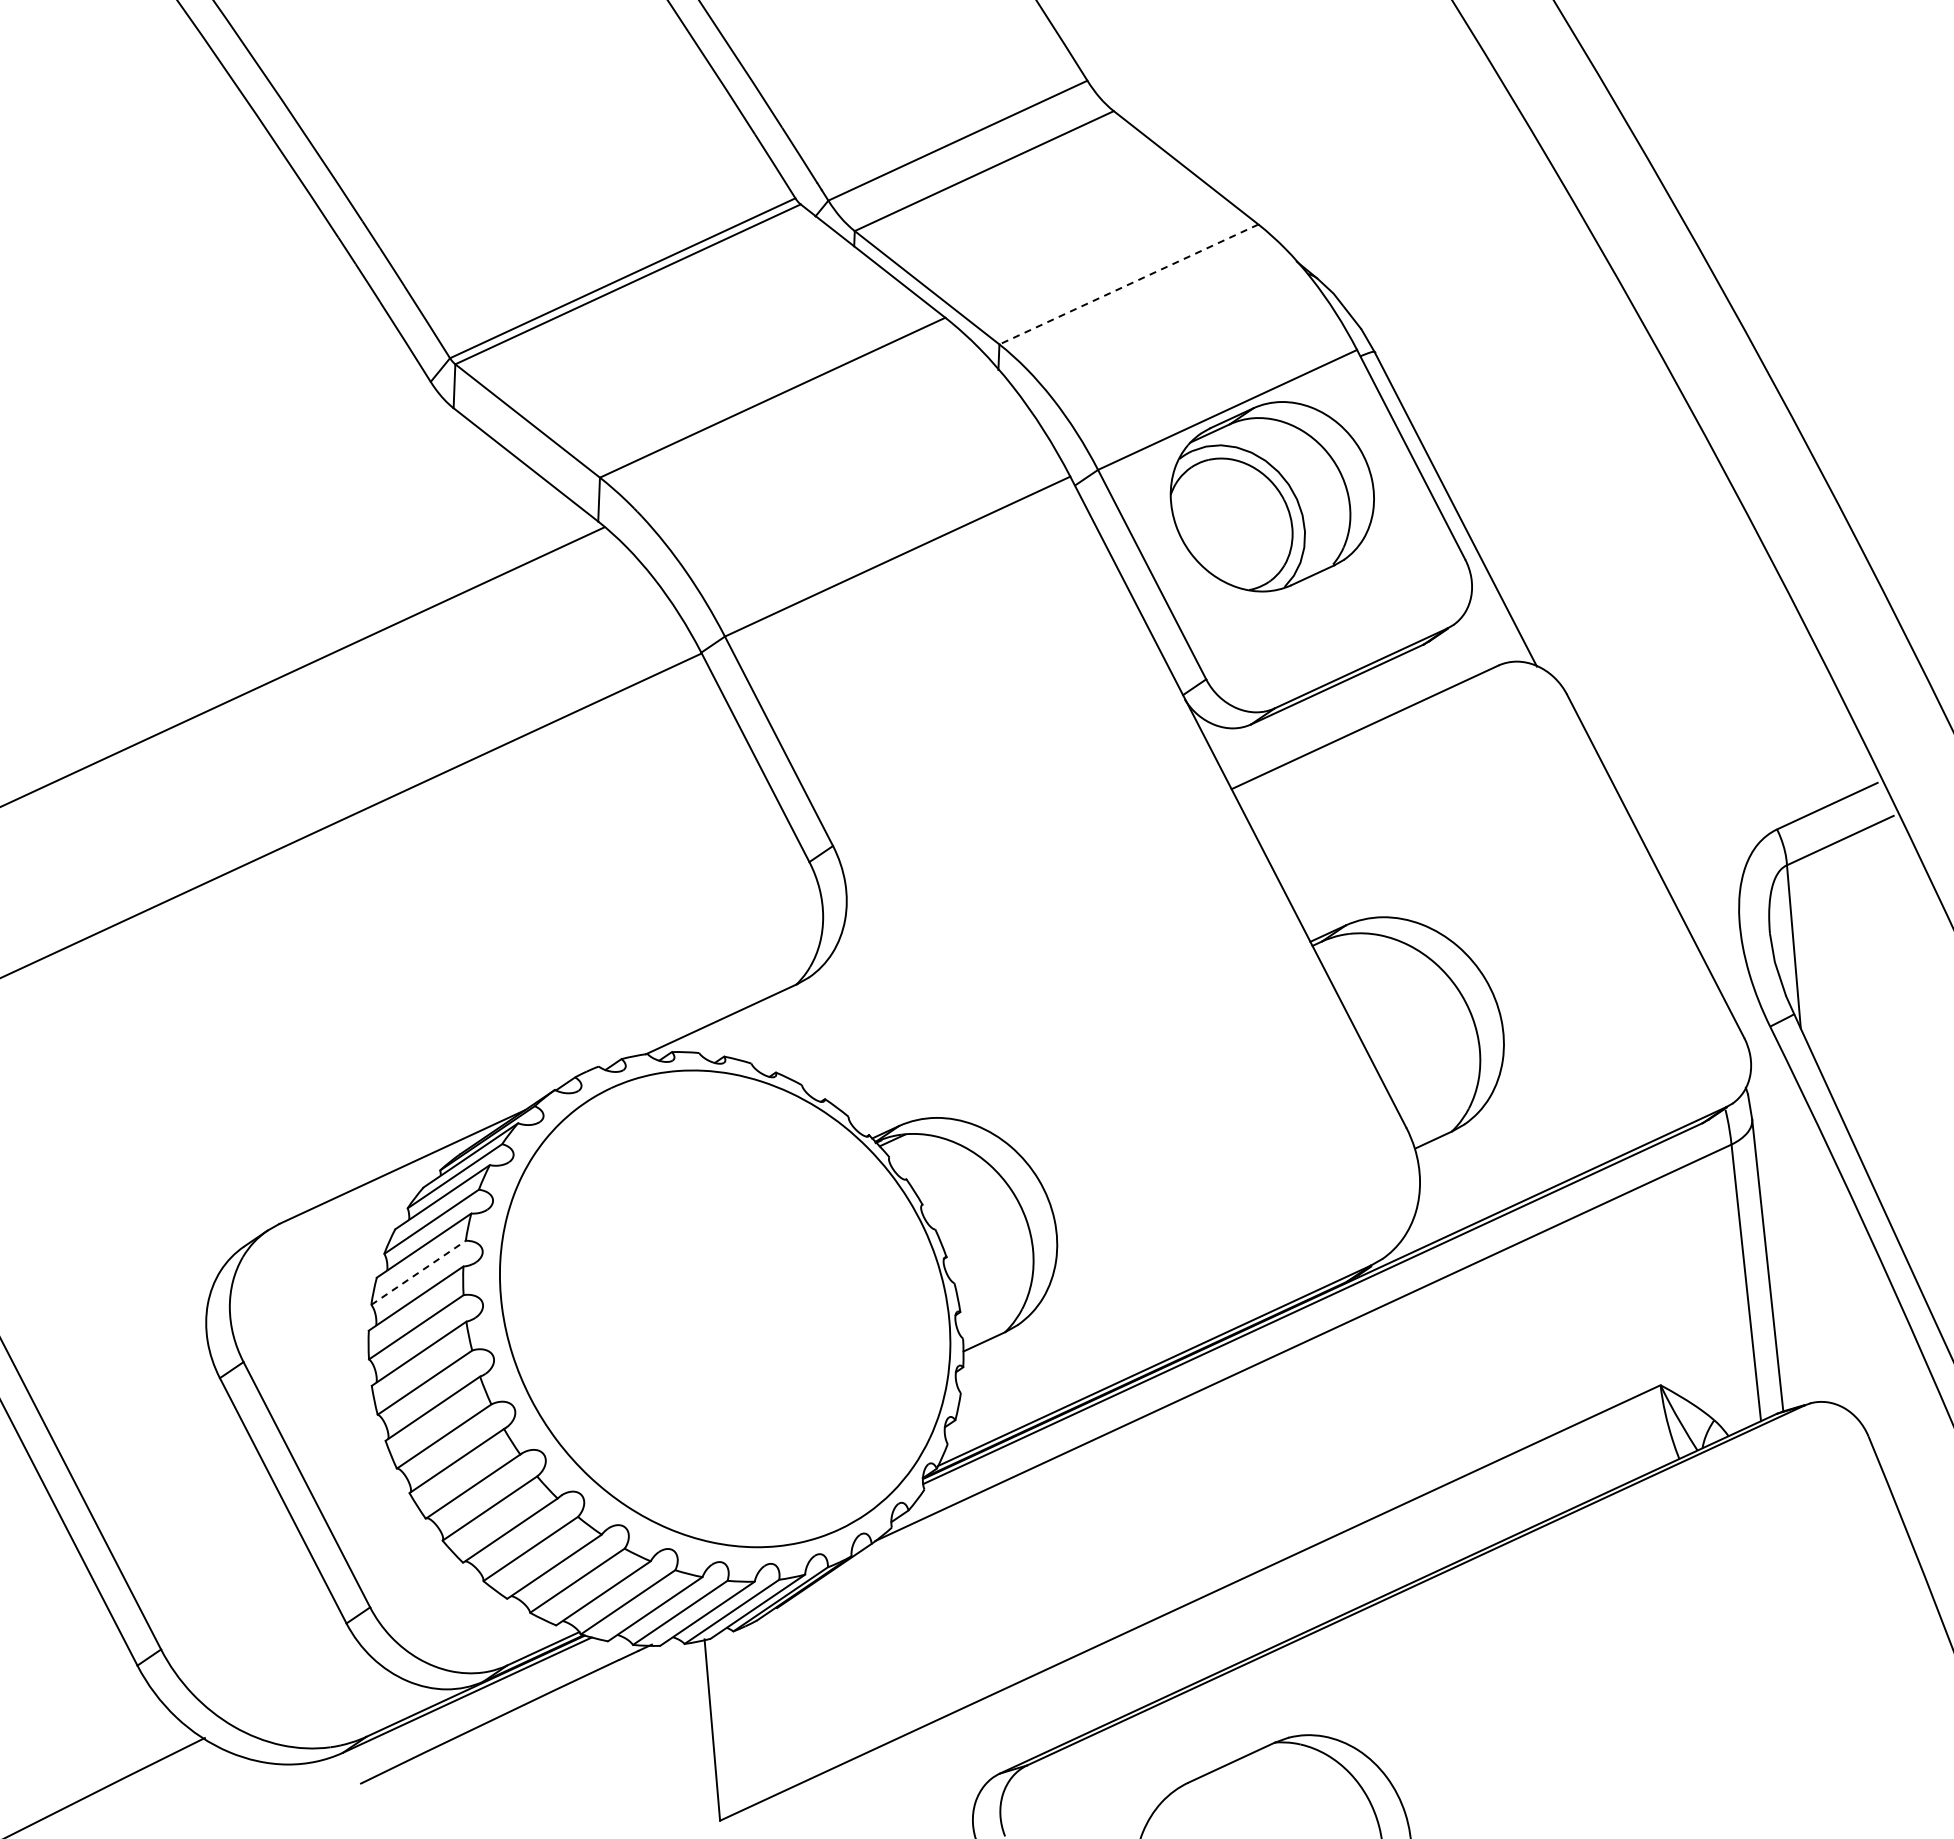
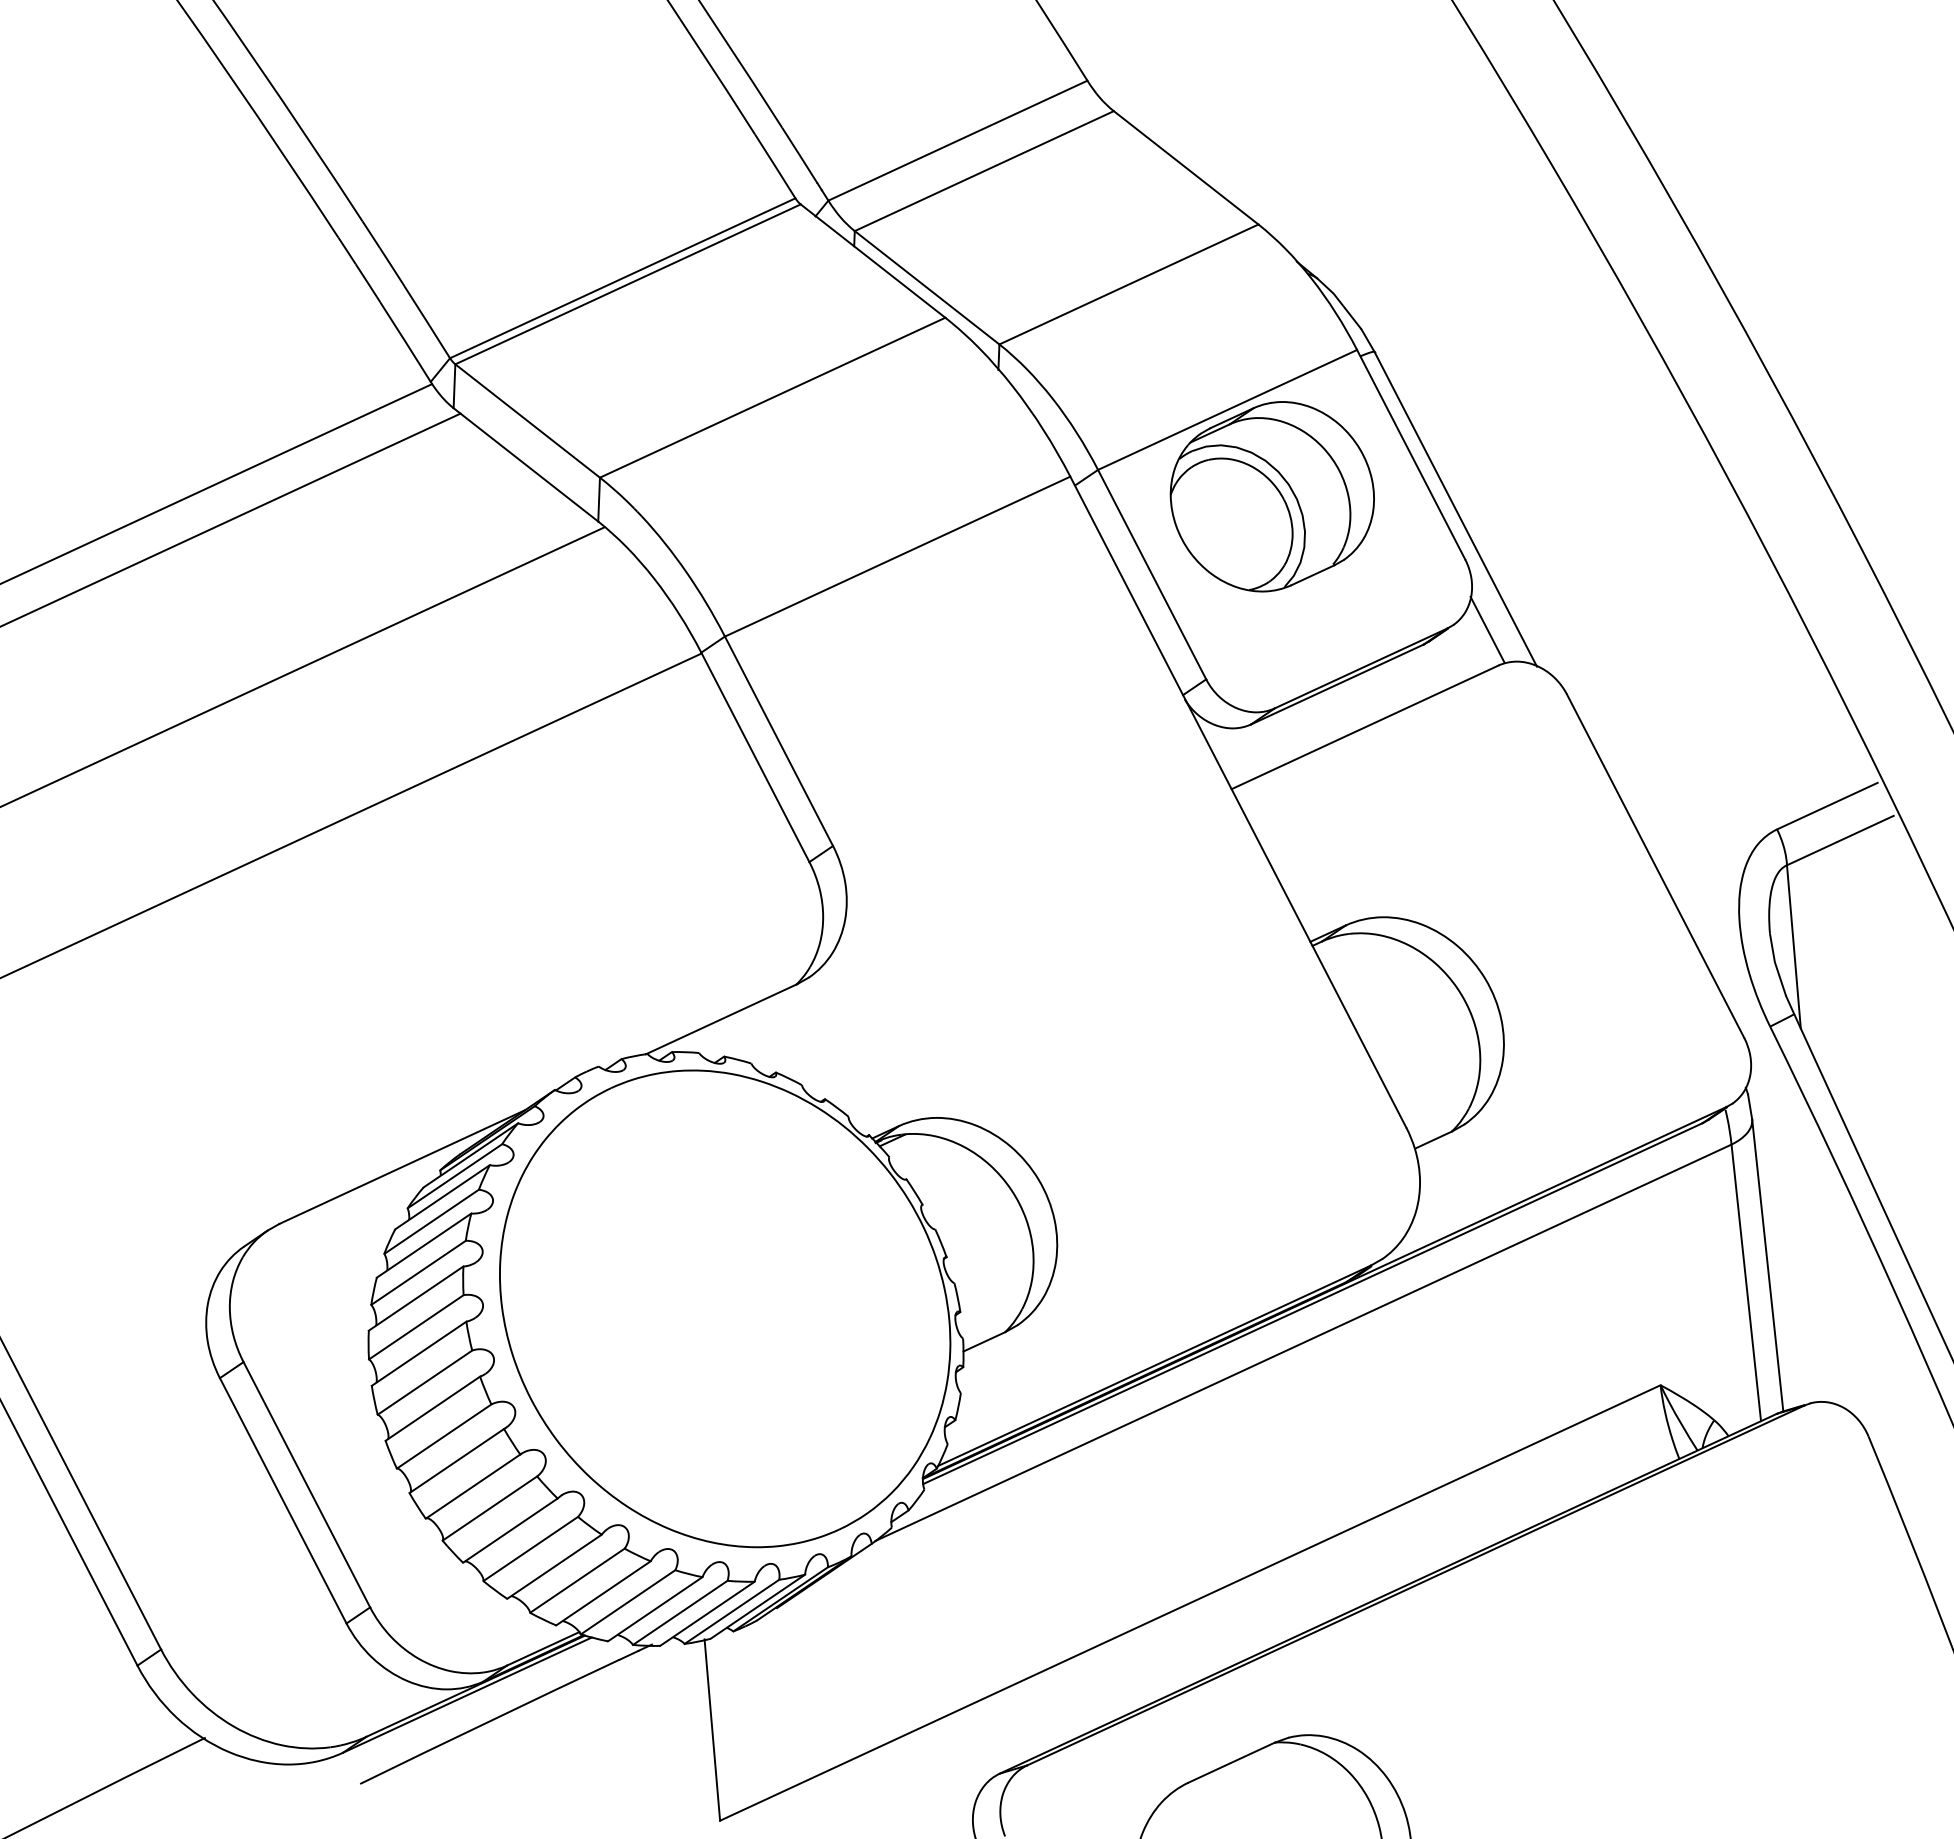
line at (1128, 284): dashed -> solid
line at (216, 483): none -> present
line at (231, 519): none -> present
line at (1487, 629): none -> present
line at (418, 1272): dashed -> solid
